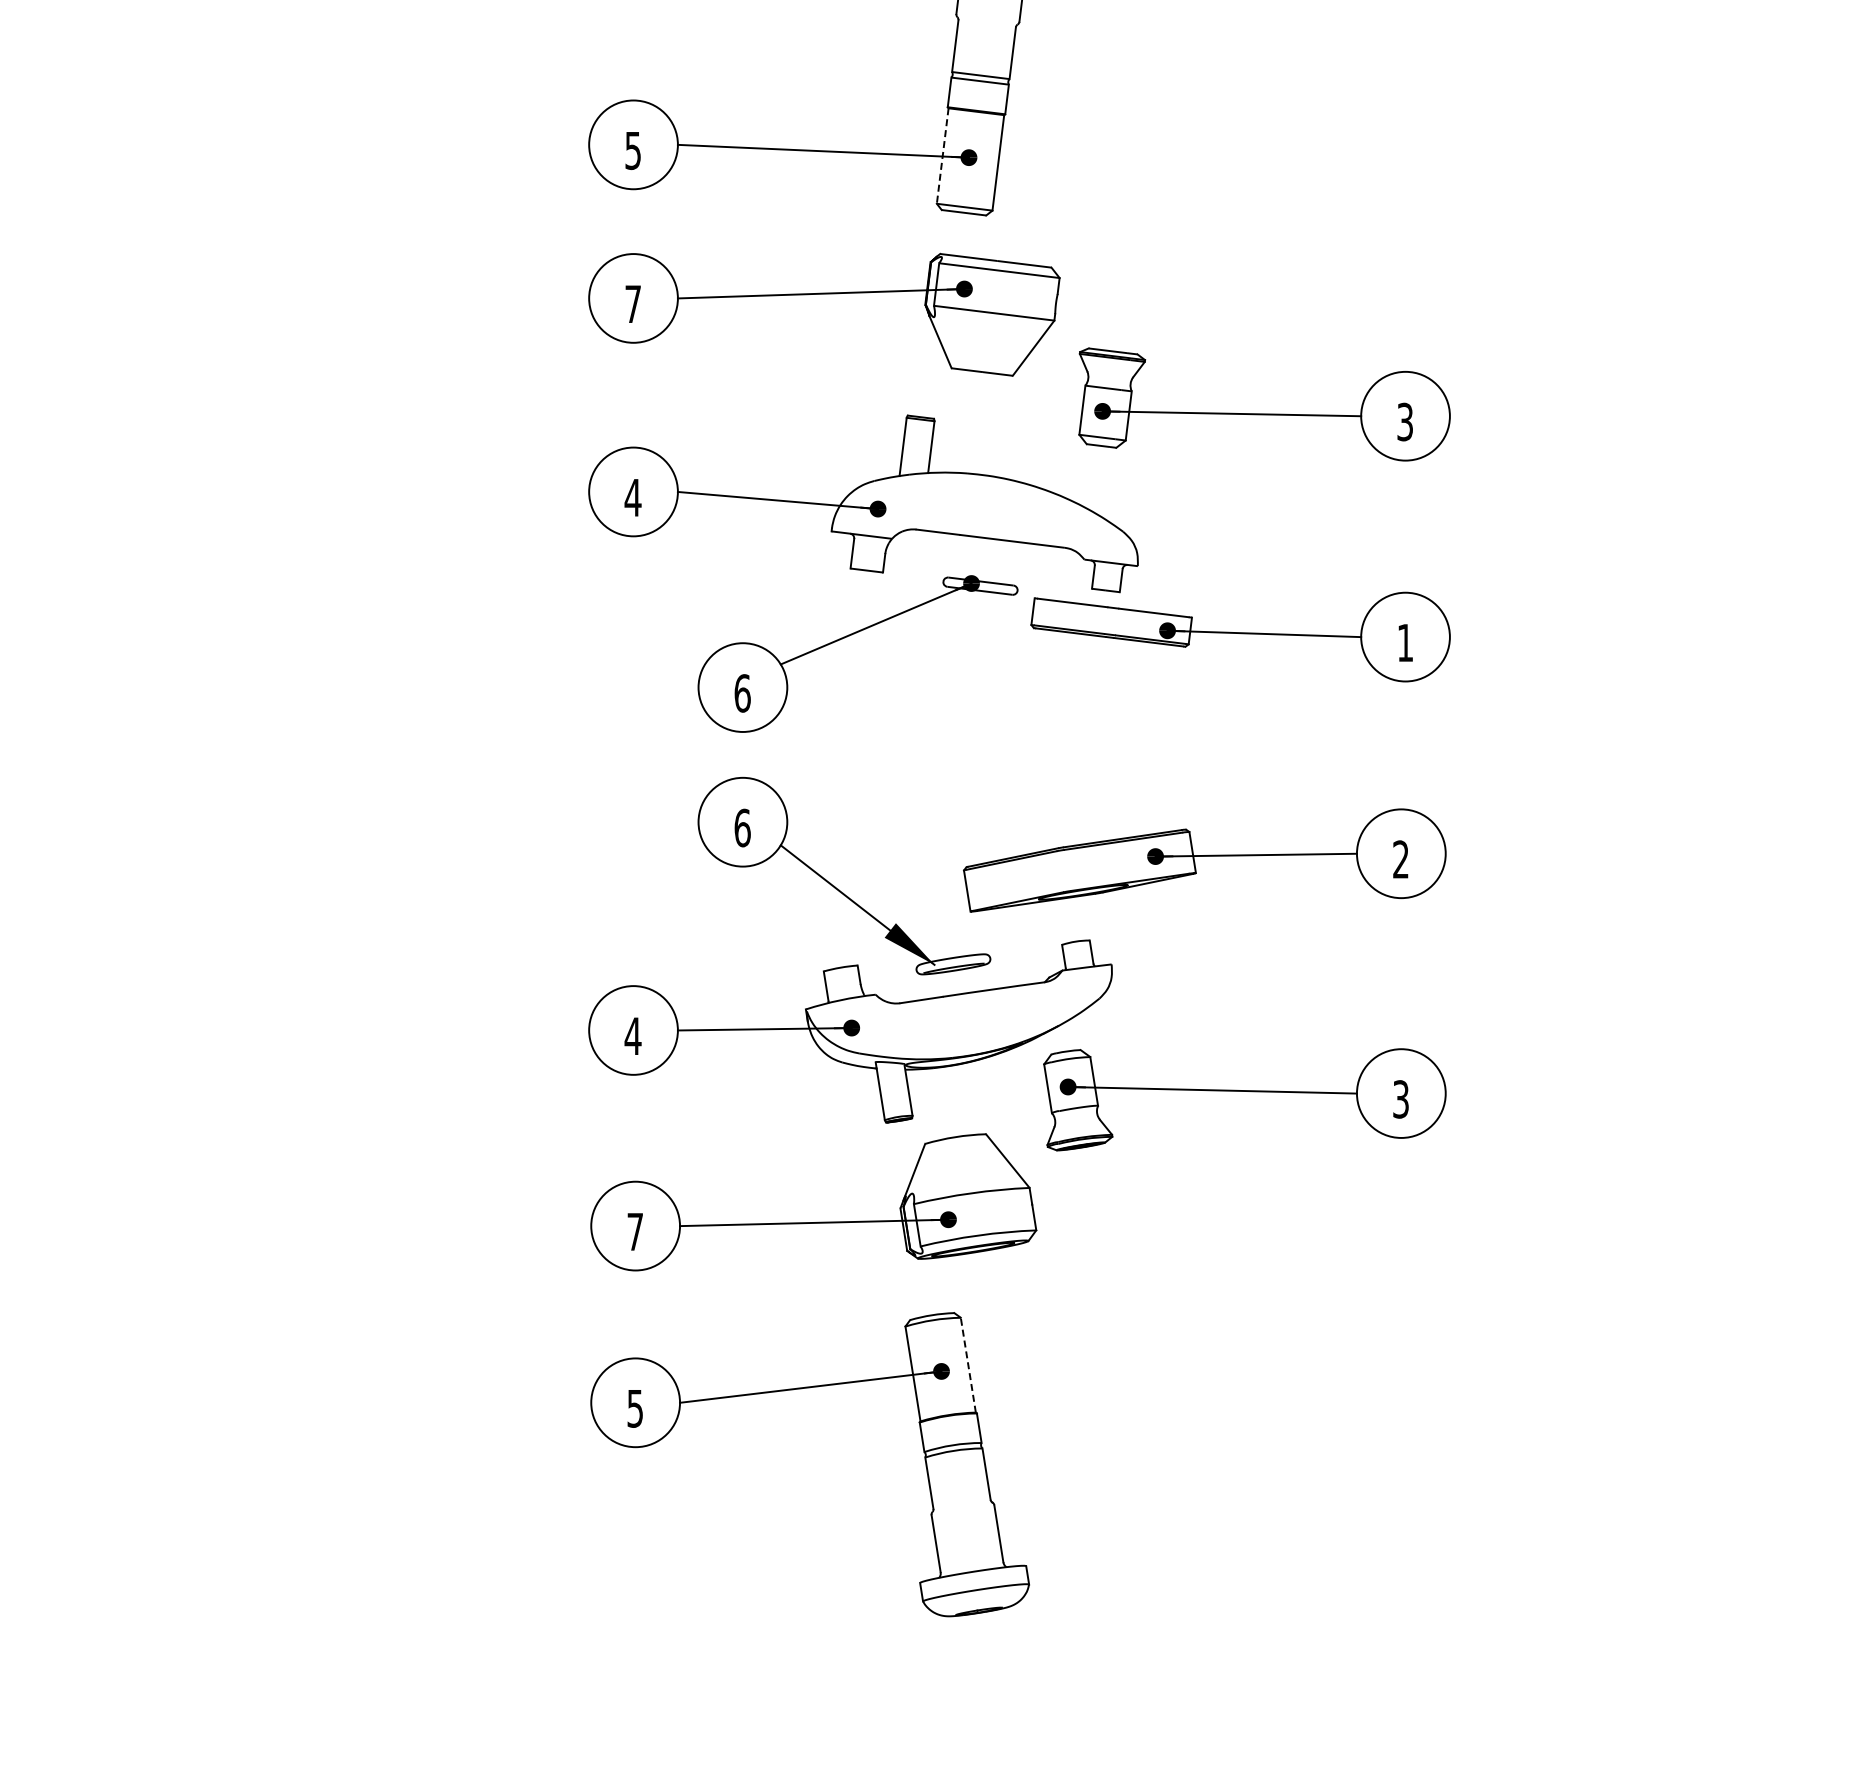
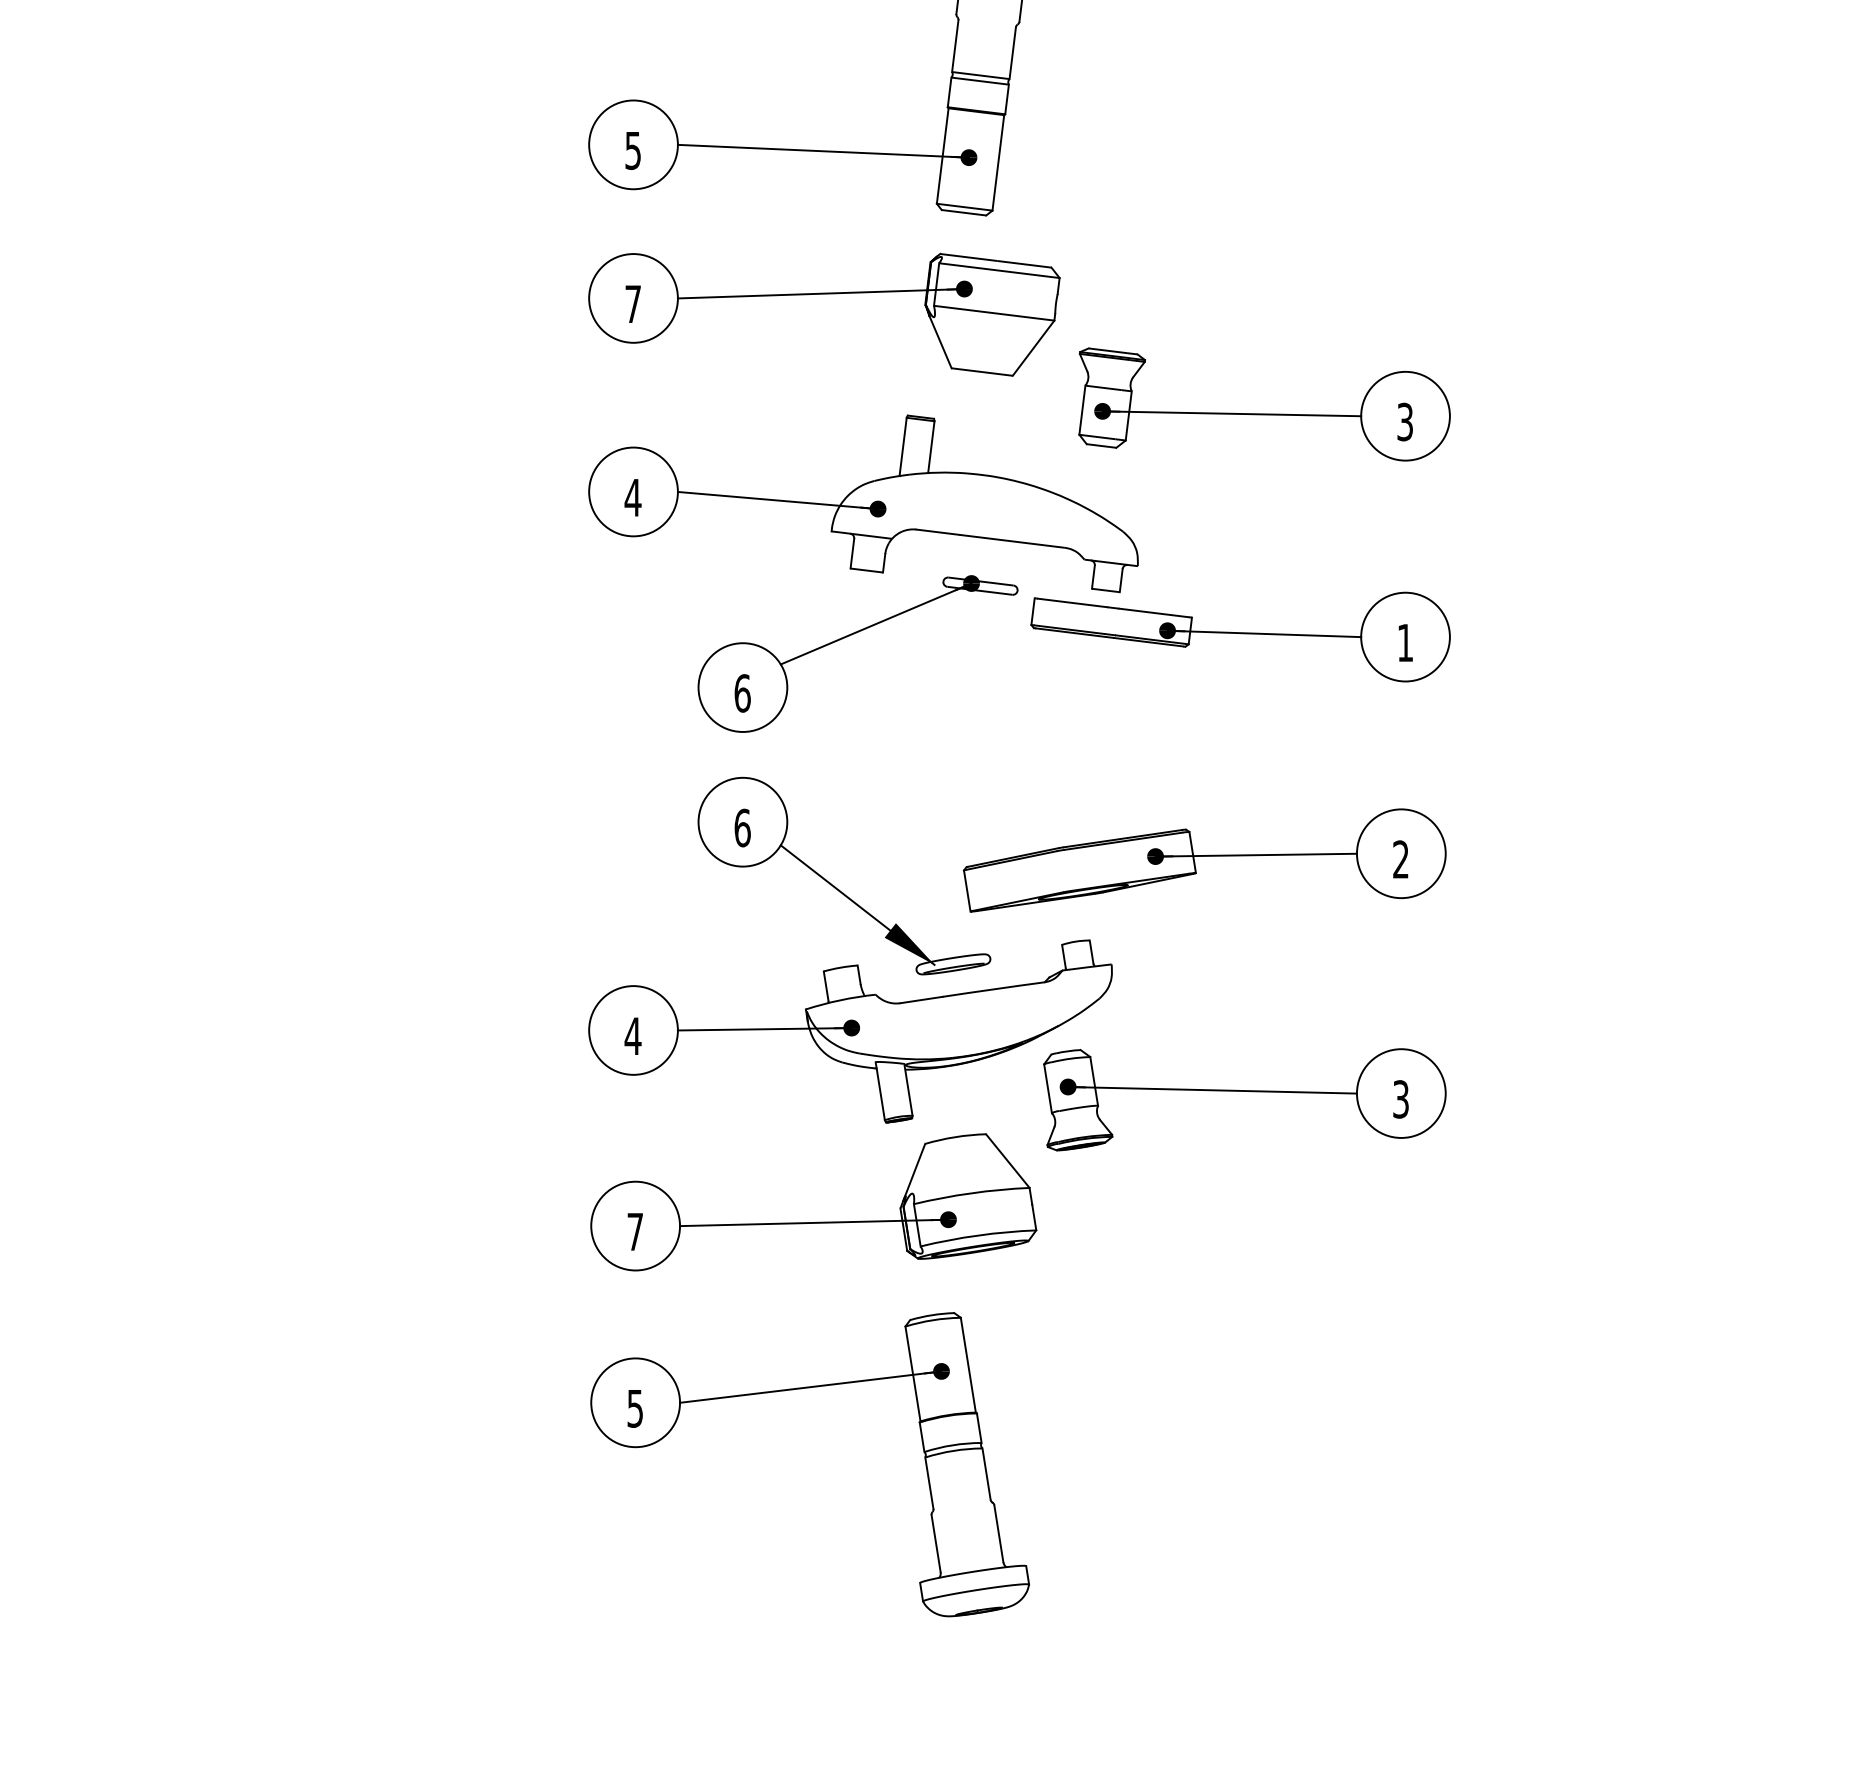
line at (942, 156): dashed -> solid
line at (968, 1364): dashed -> solid
